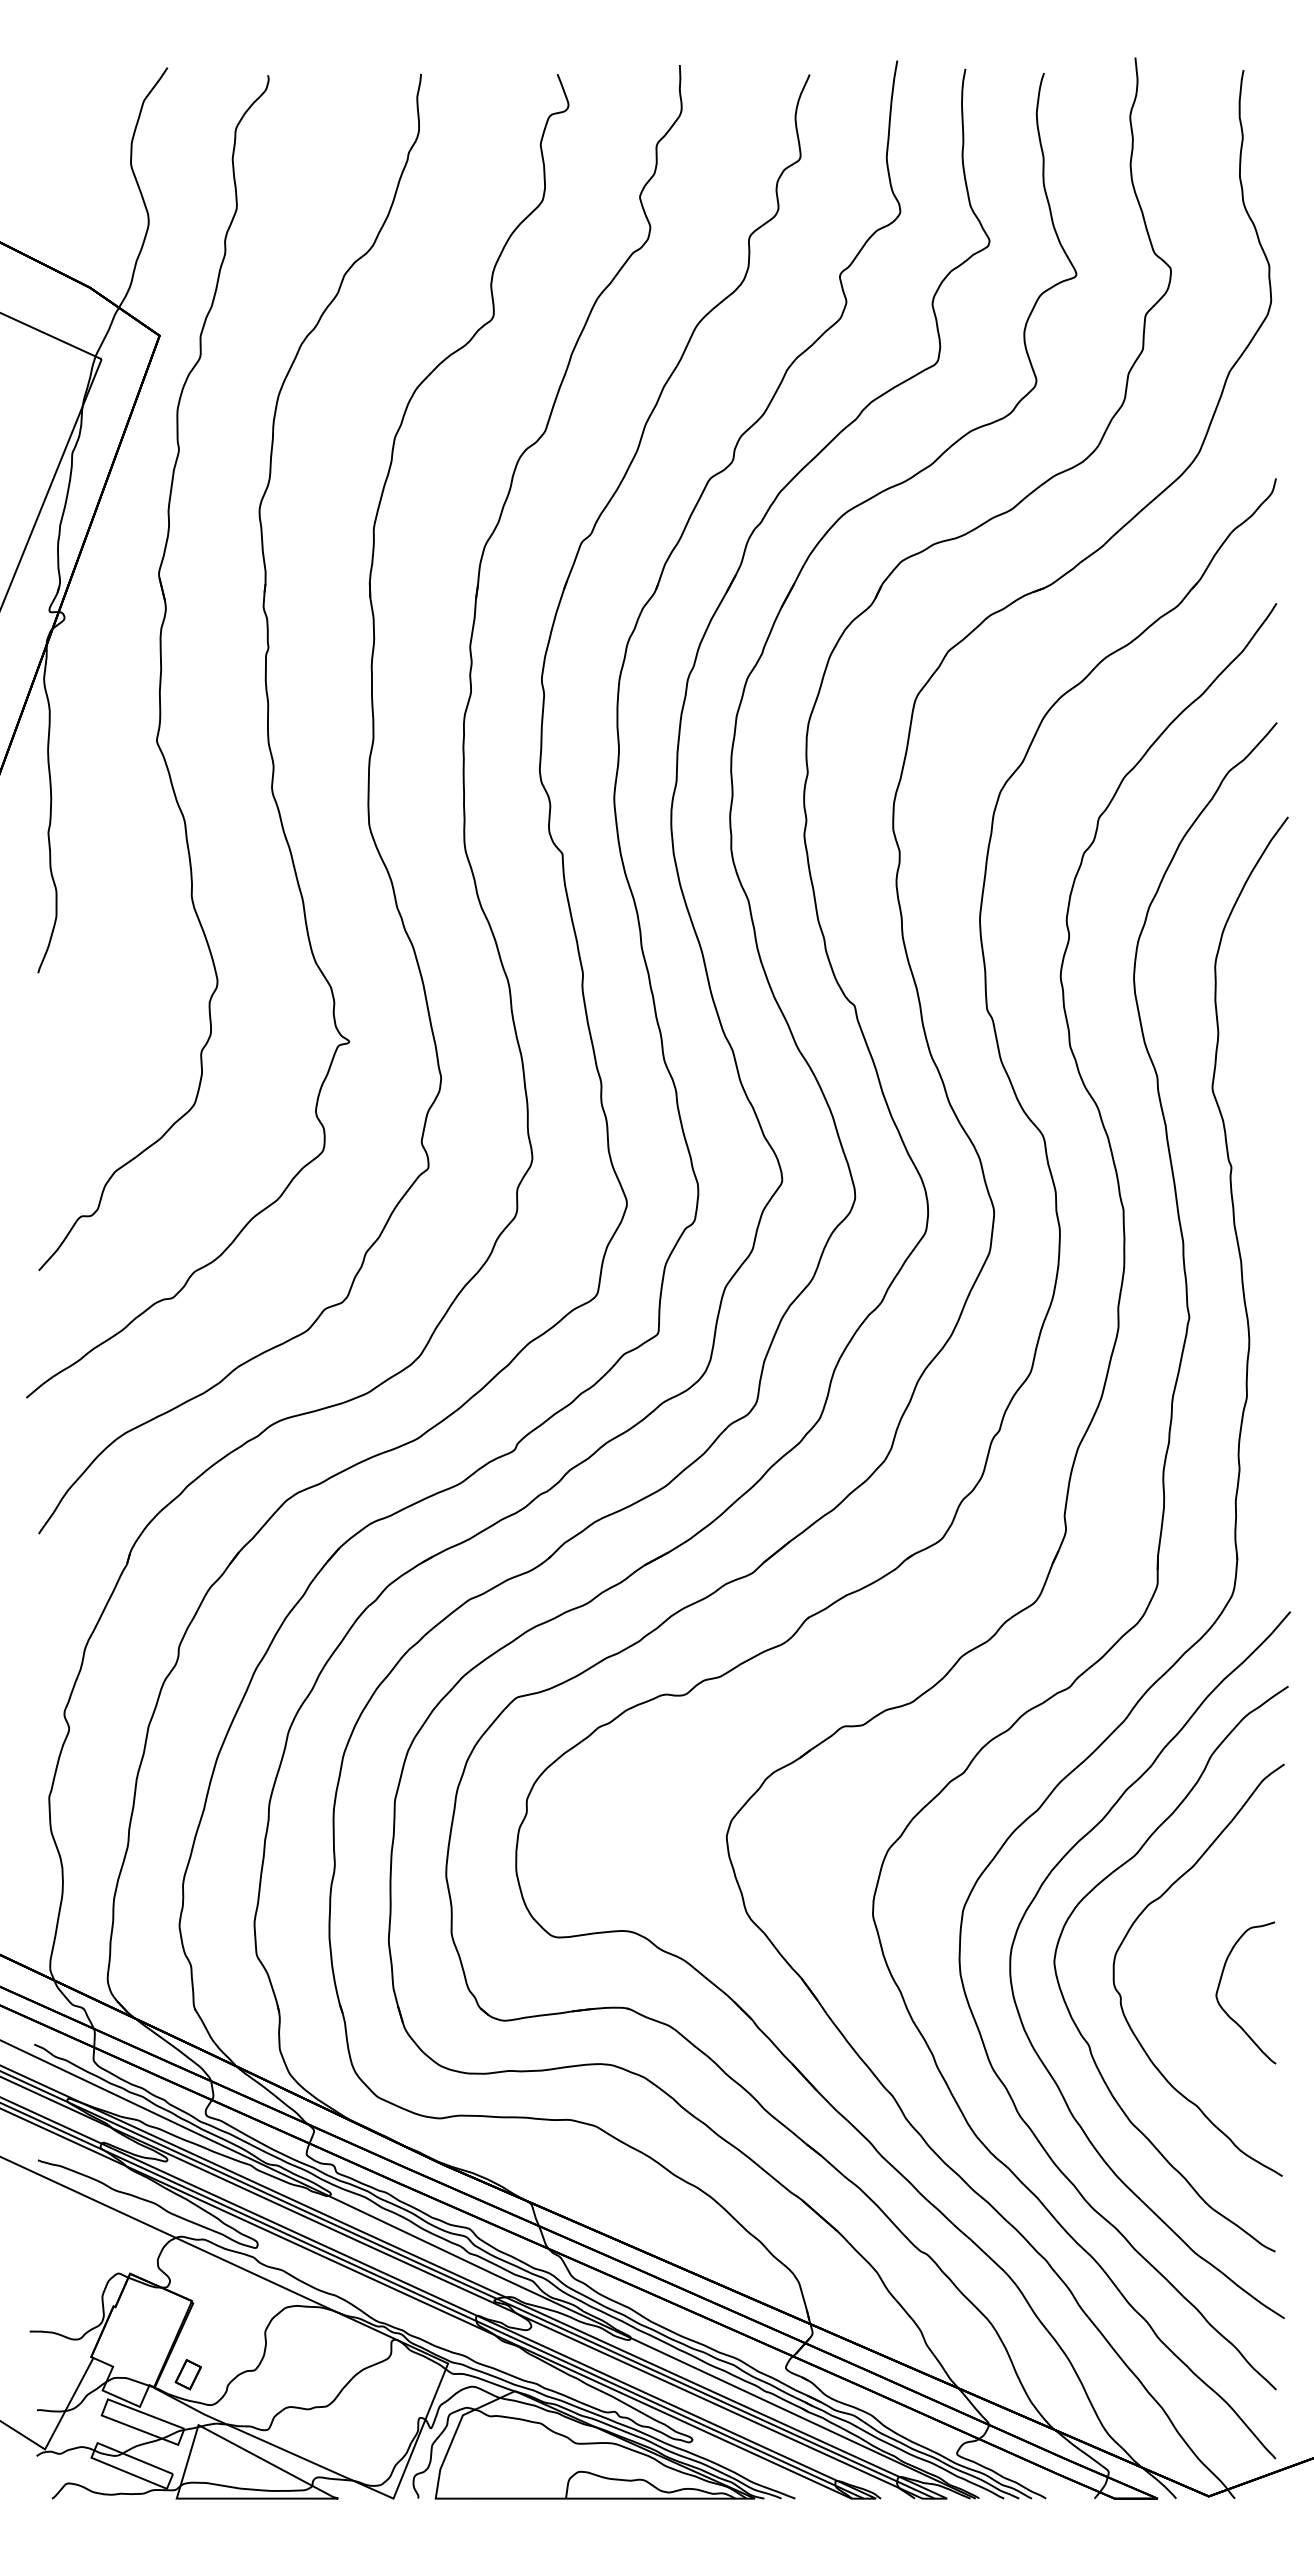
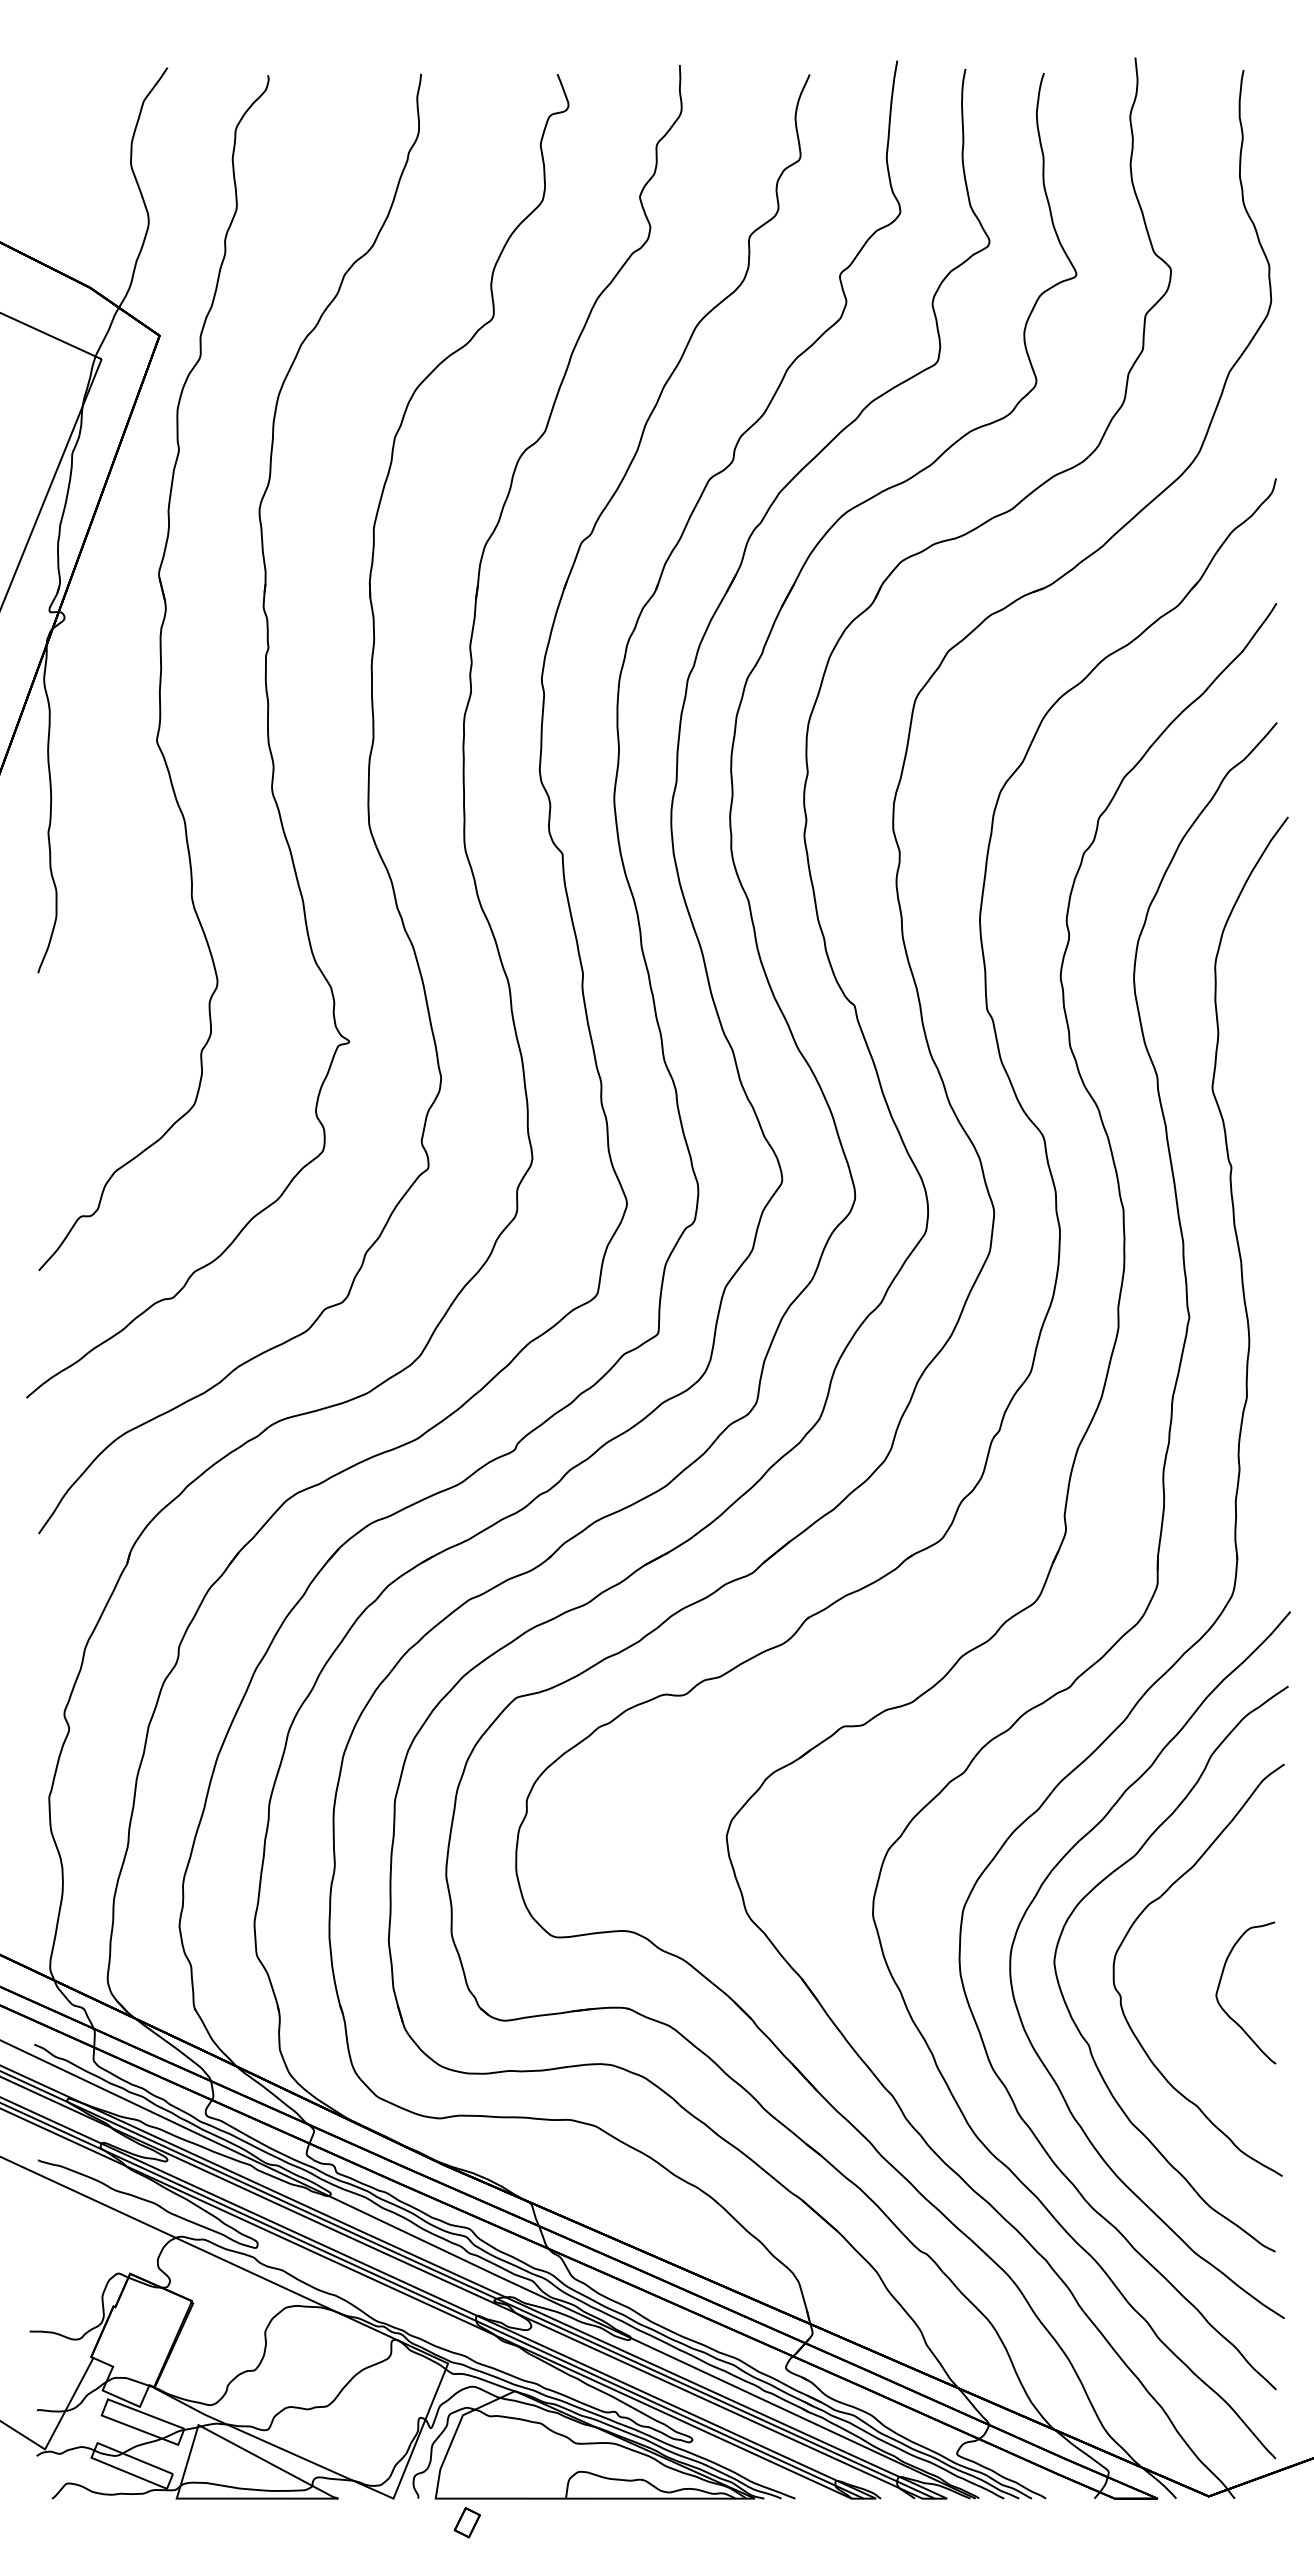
part at (187, 2374) position: (187, 2374) -> (466, 2522)
